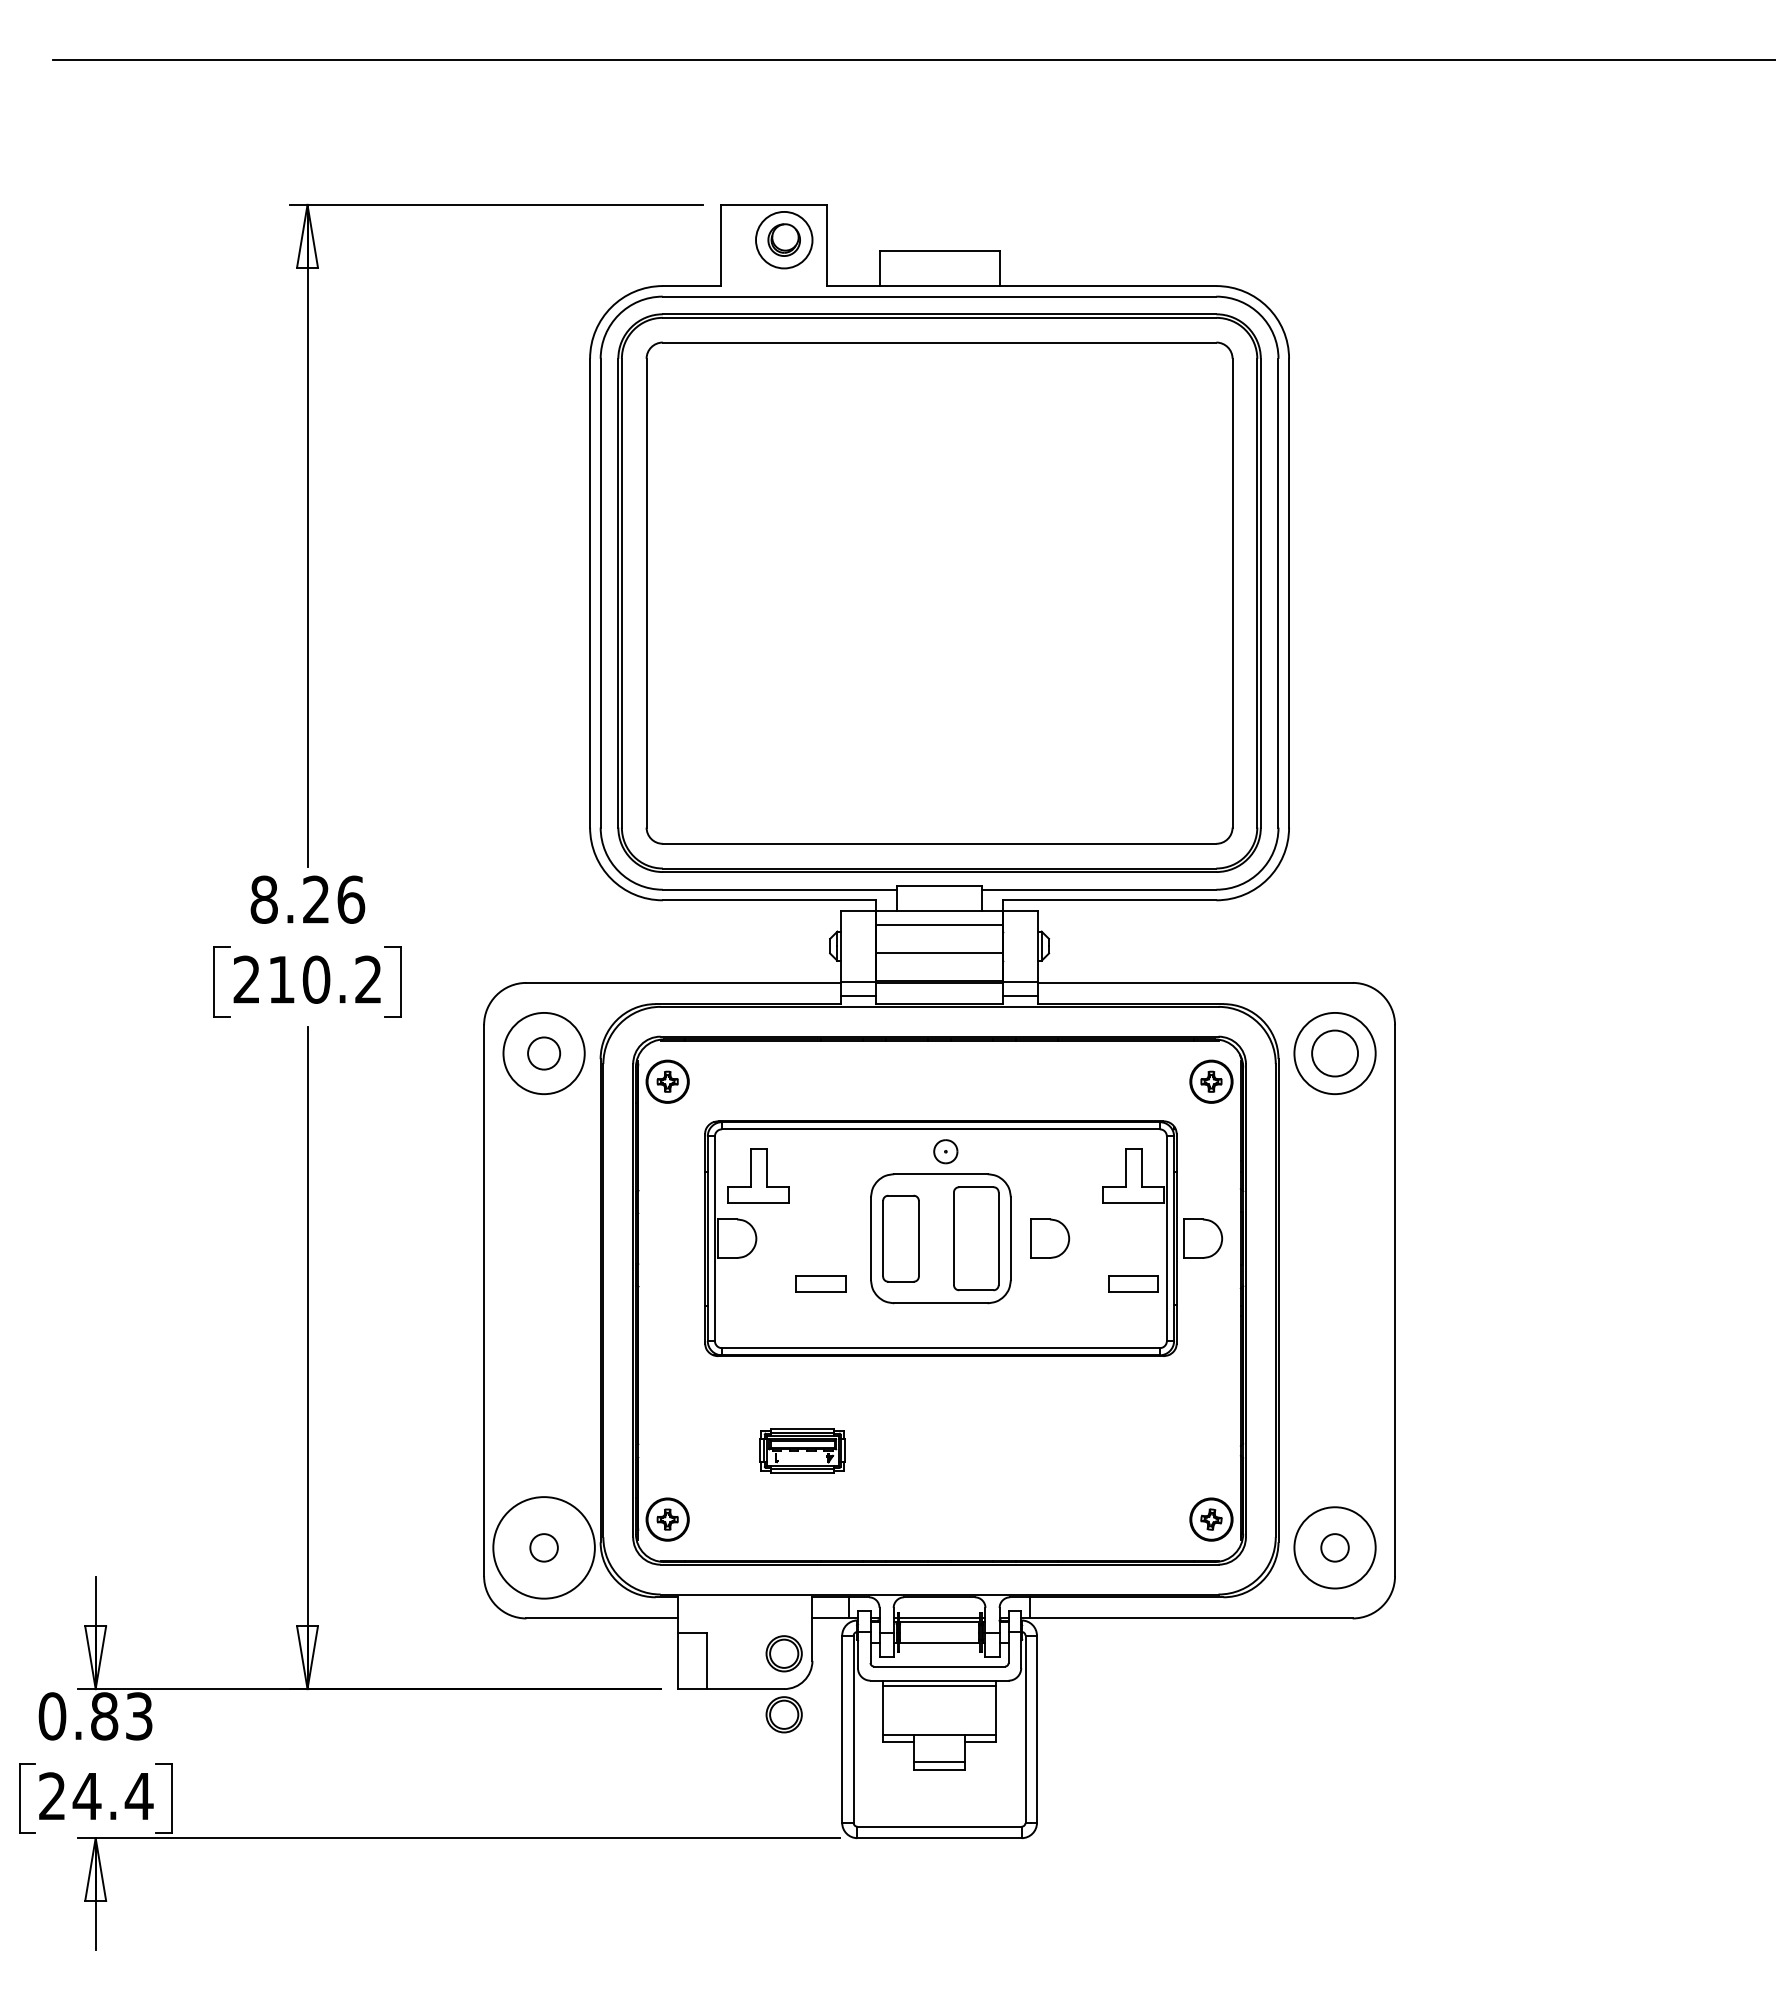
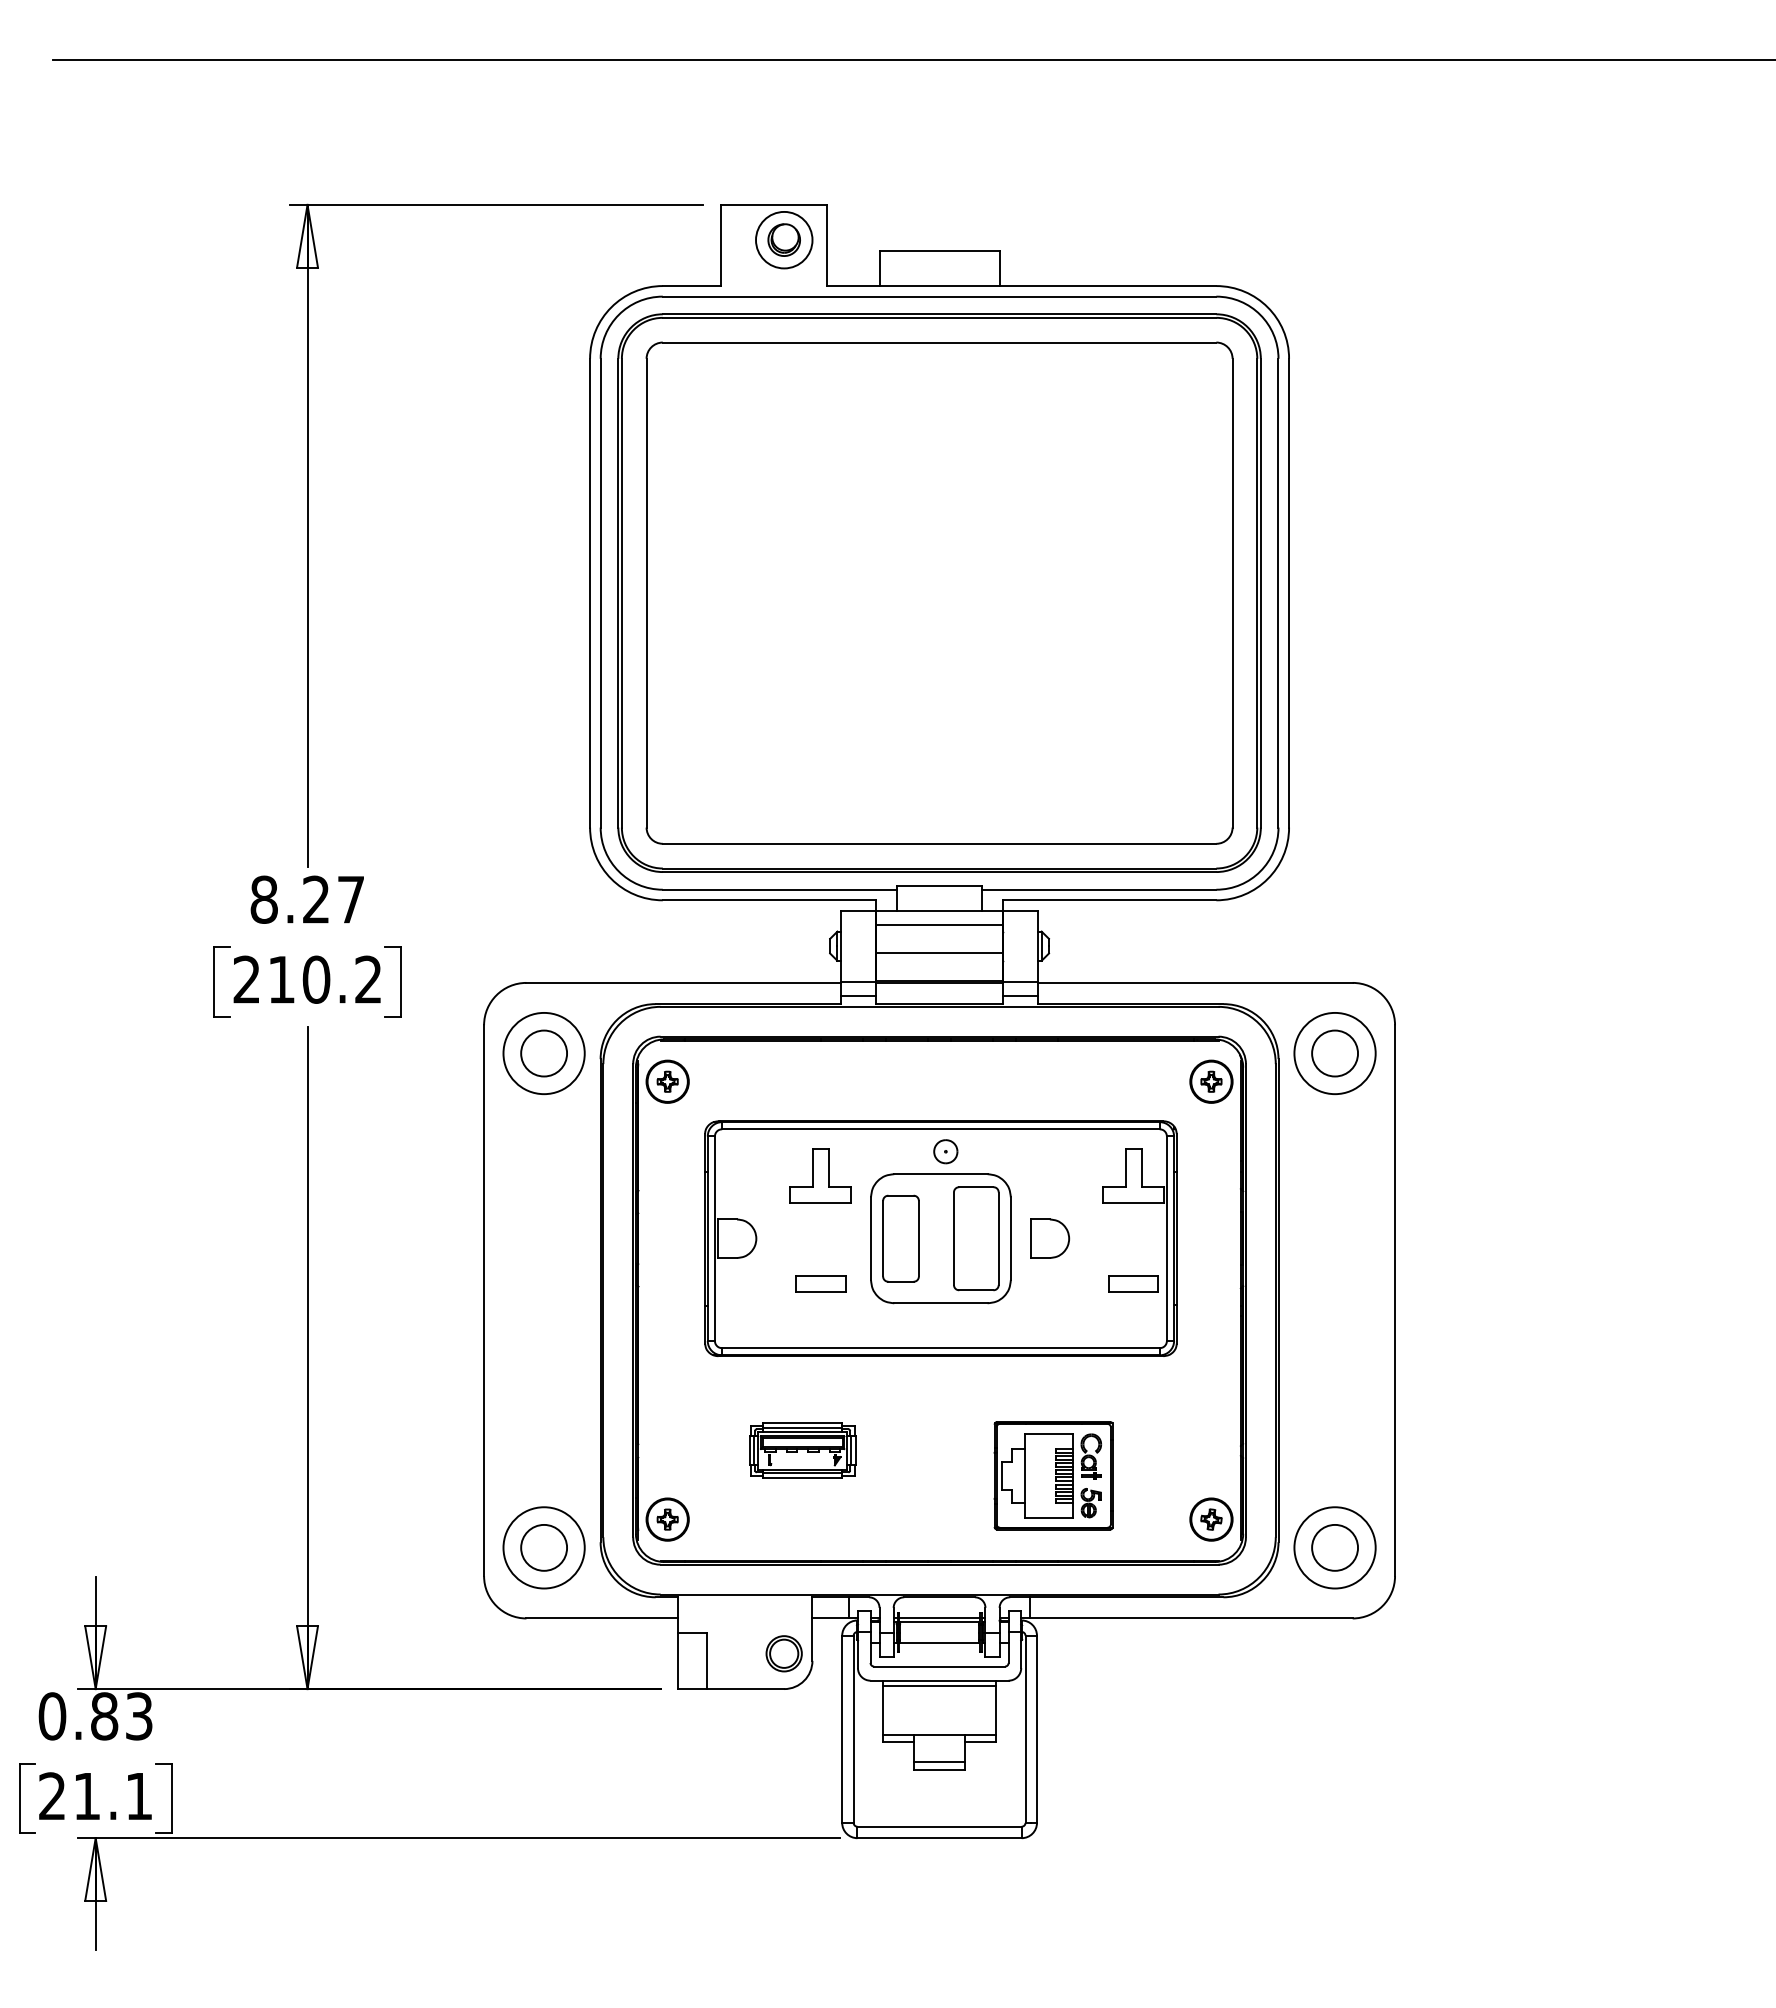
text at (351, 899): 8.26 -> 8.27
circle at (544, 1053) diameter: 32 px -> 46 px
part at (758, 1175) position: (758, 1175) -> (820, 1175)
part at (1203, 1238): present -> none
part at (802, 1450) size: 87x46 px -> 108x57 px
part at (1053, 1475): none -> present
circle at (543, 1547) diameter: 102 px -> 81 px
circle at (543, 1547) diameter: 28 px -> 46 px
circle at (1334, 1547) diameter: 28 px -> 46 px
part at (783, 1714): present -> none
text at (112, 1796): 24.4 -> 21.1
